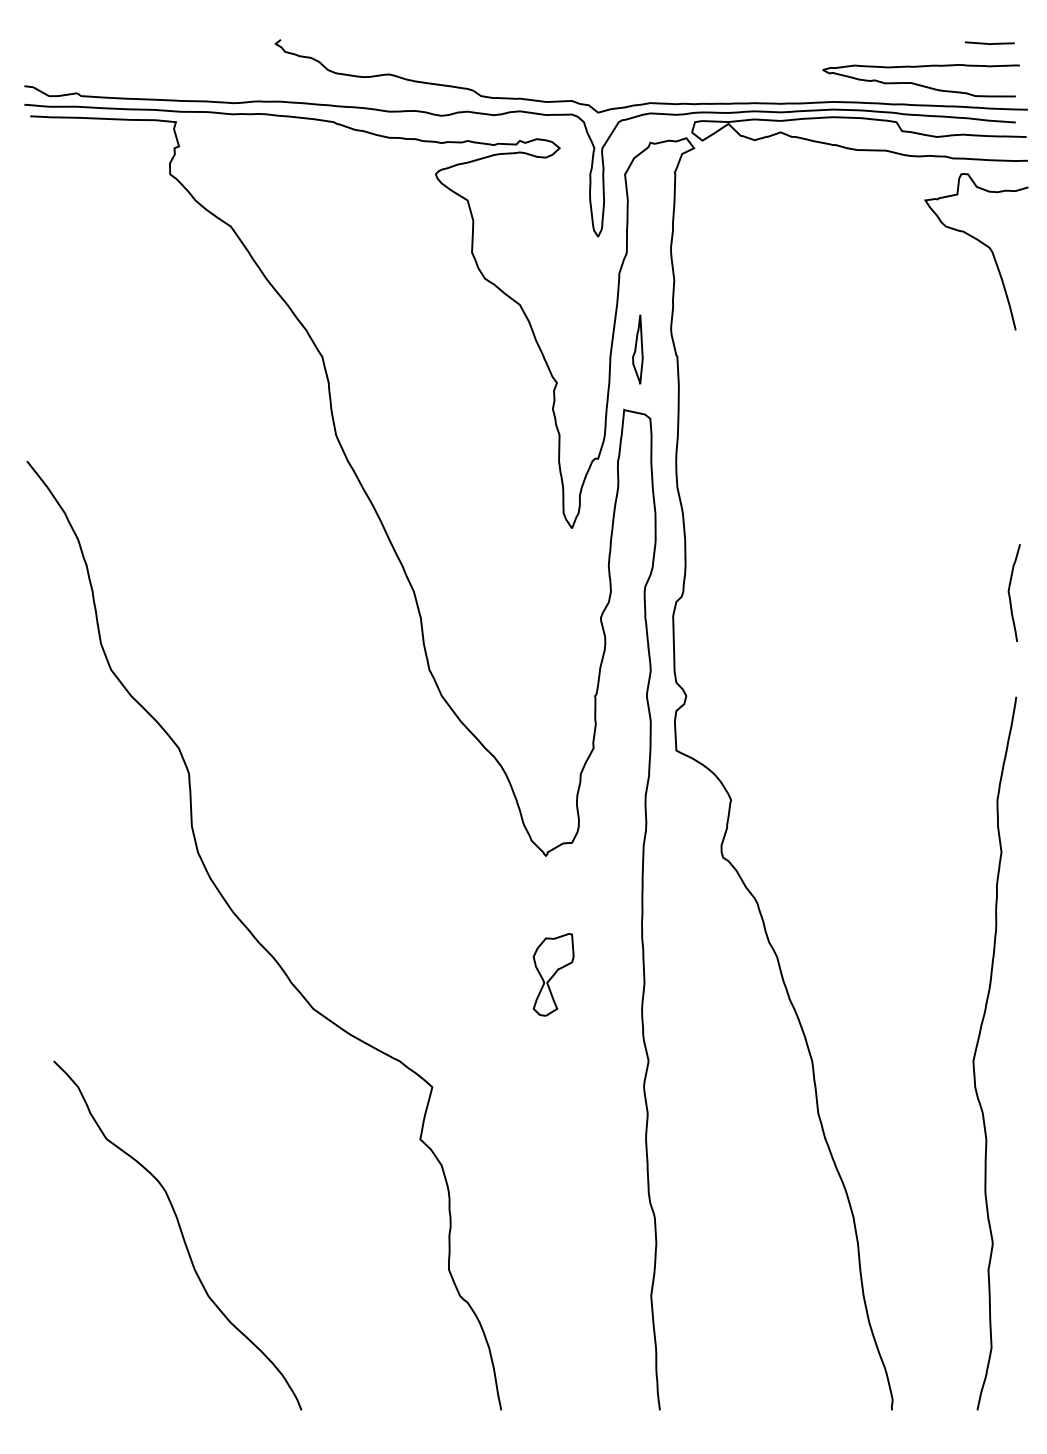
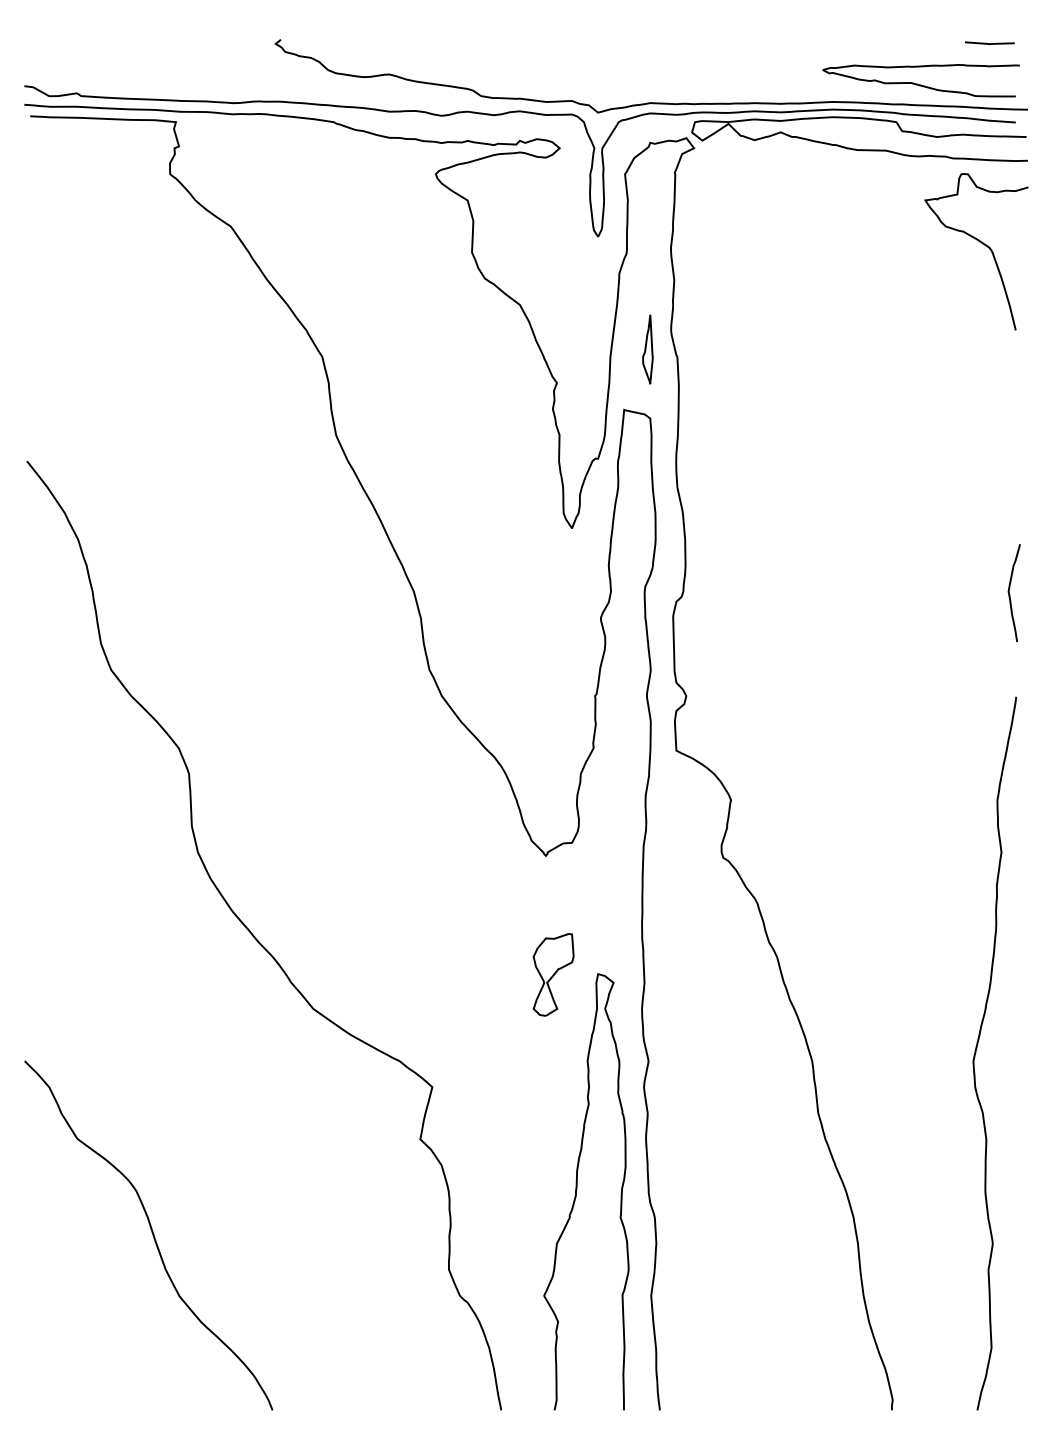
part at (637, 349) position: (637, 349) -> (647, 349)
curve at (577, 1189): none -> present
curve at (181, 1235) position: (181, 1235) -> (152, 1235)
